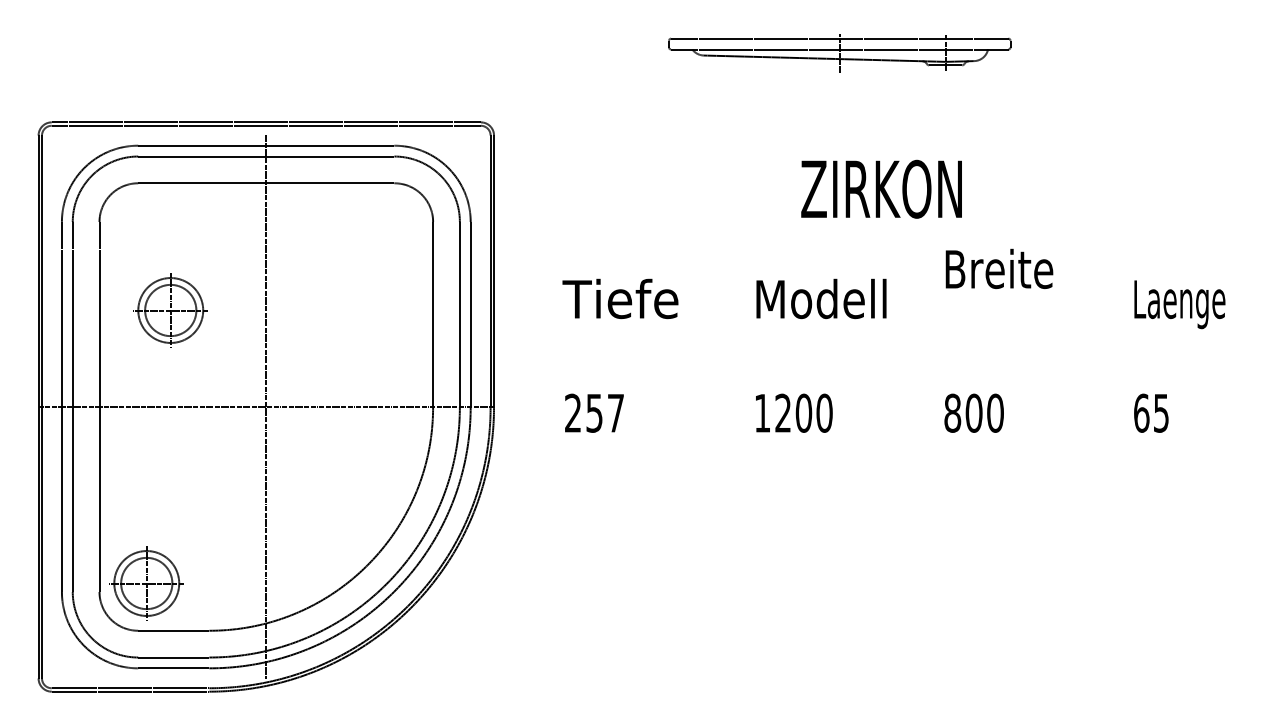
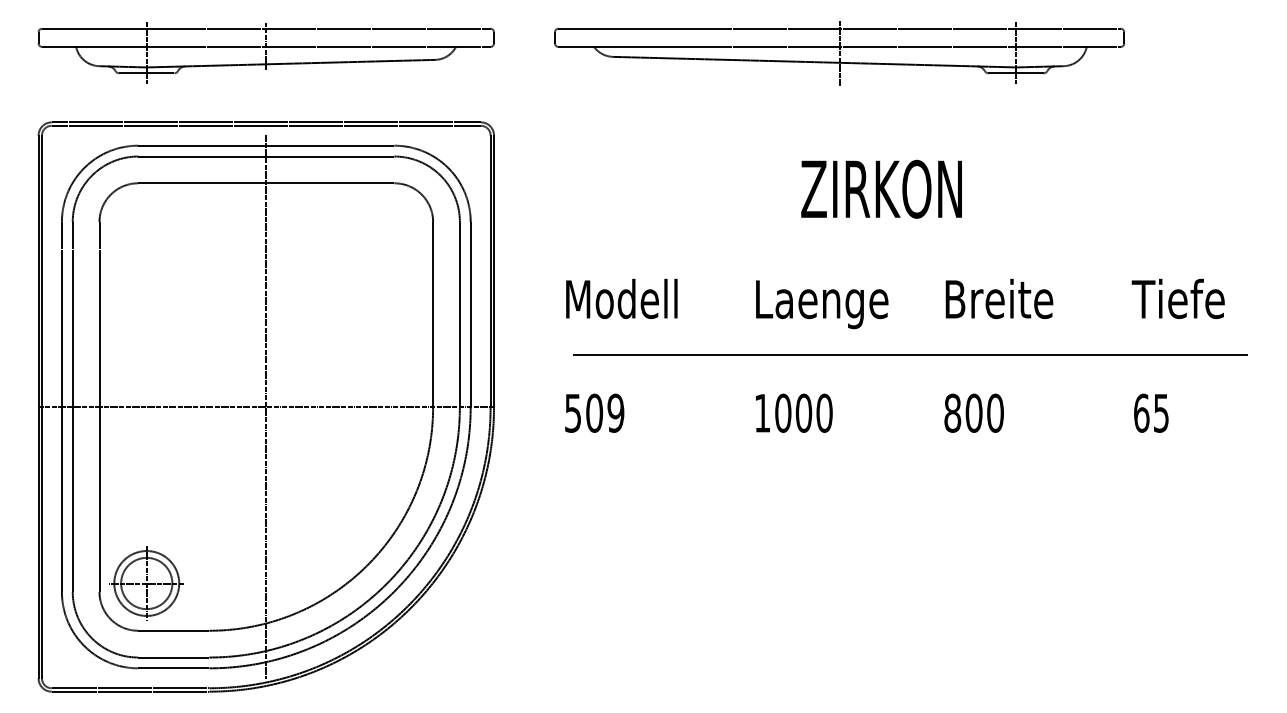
part at (265, 52): none -> present
part at (839, 53) size: 344x39 px -> 572x65 px
text at (999, 268) position: (999, 268) -> (999, 298)
text at (620, 298): Tiefe -> Modell
text at (822, 303): Modell -> Laenge
text at (1178, 303): Laenge -> Tiefe
part at (170, 310): present -> none
line at (910, 355): none -> present
text at (594, 412): 257 -> 509
text at (783, 412): 1200 -> 1000
